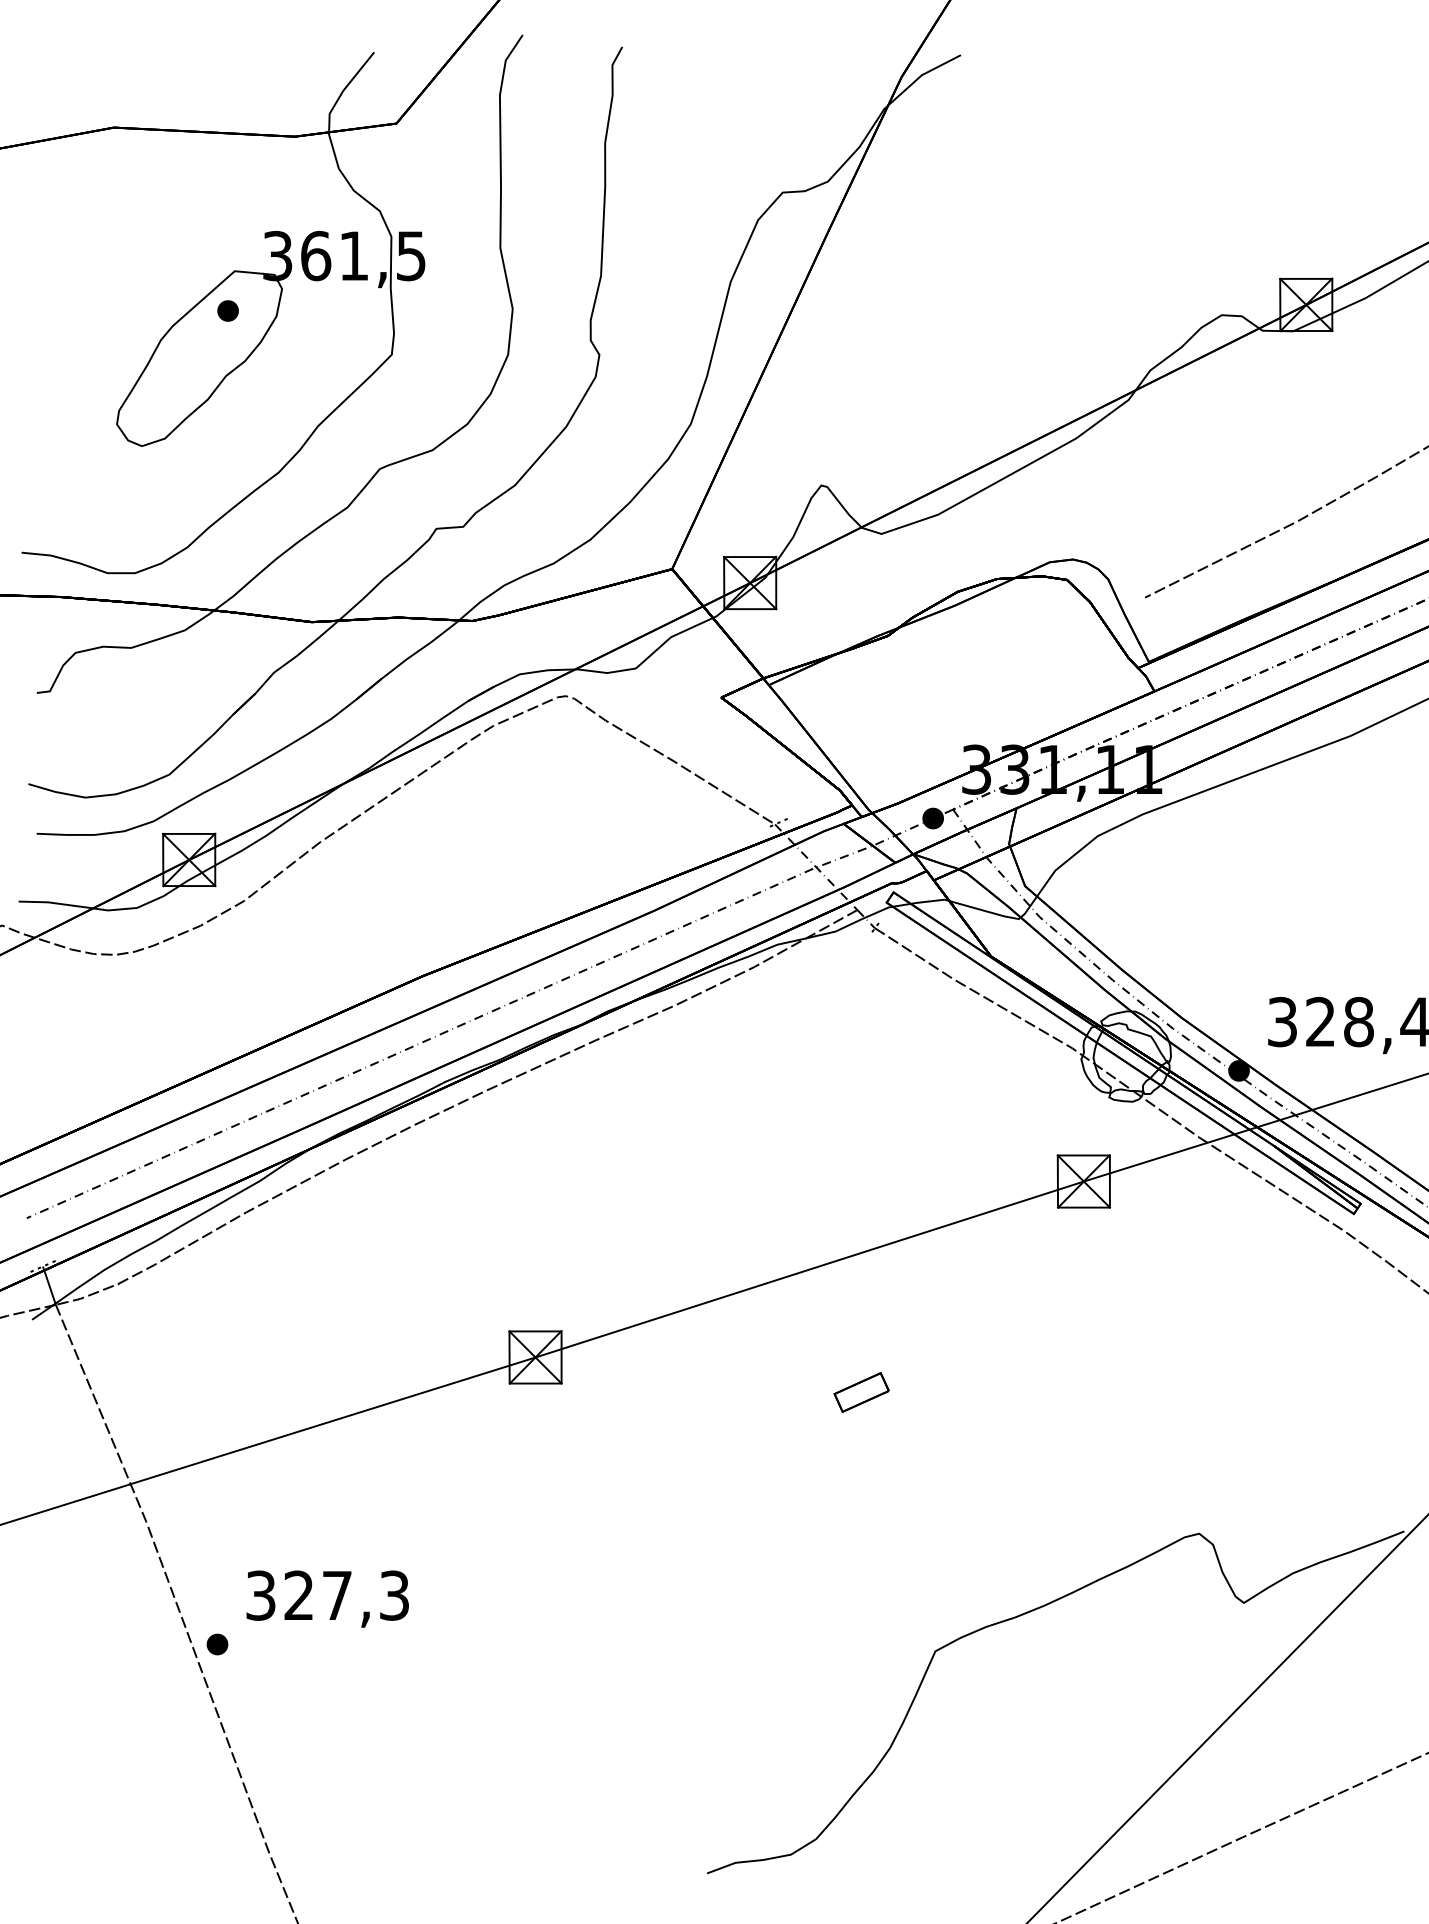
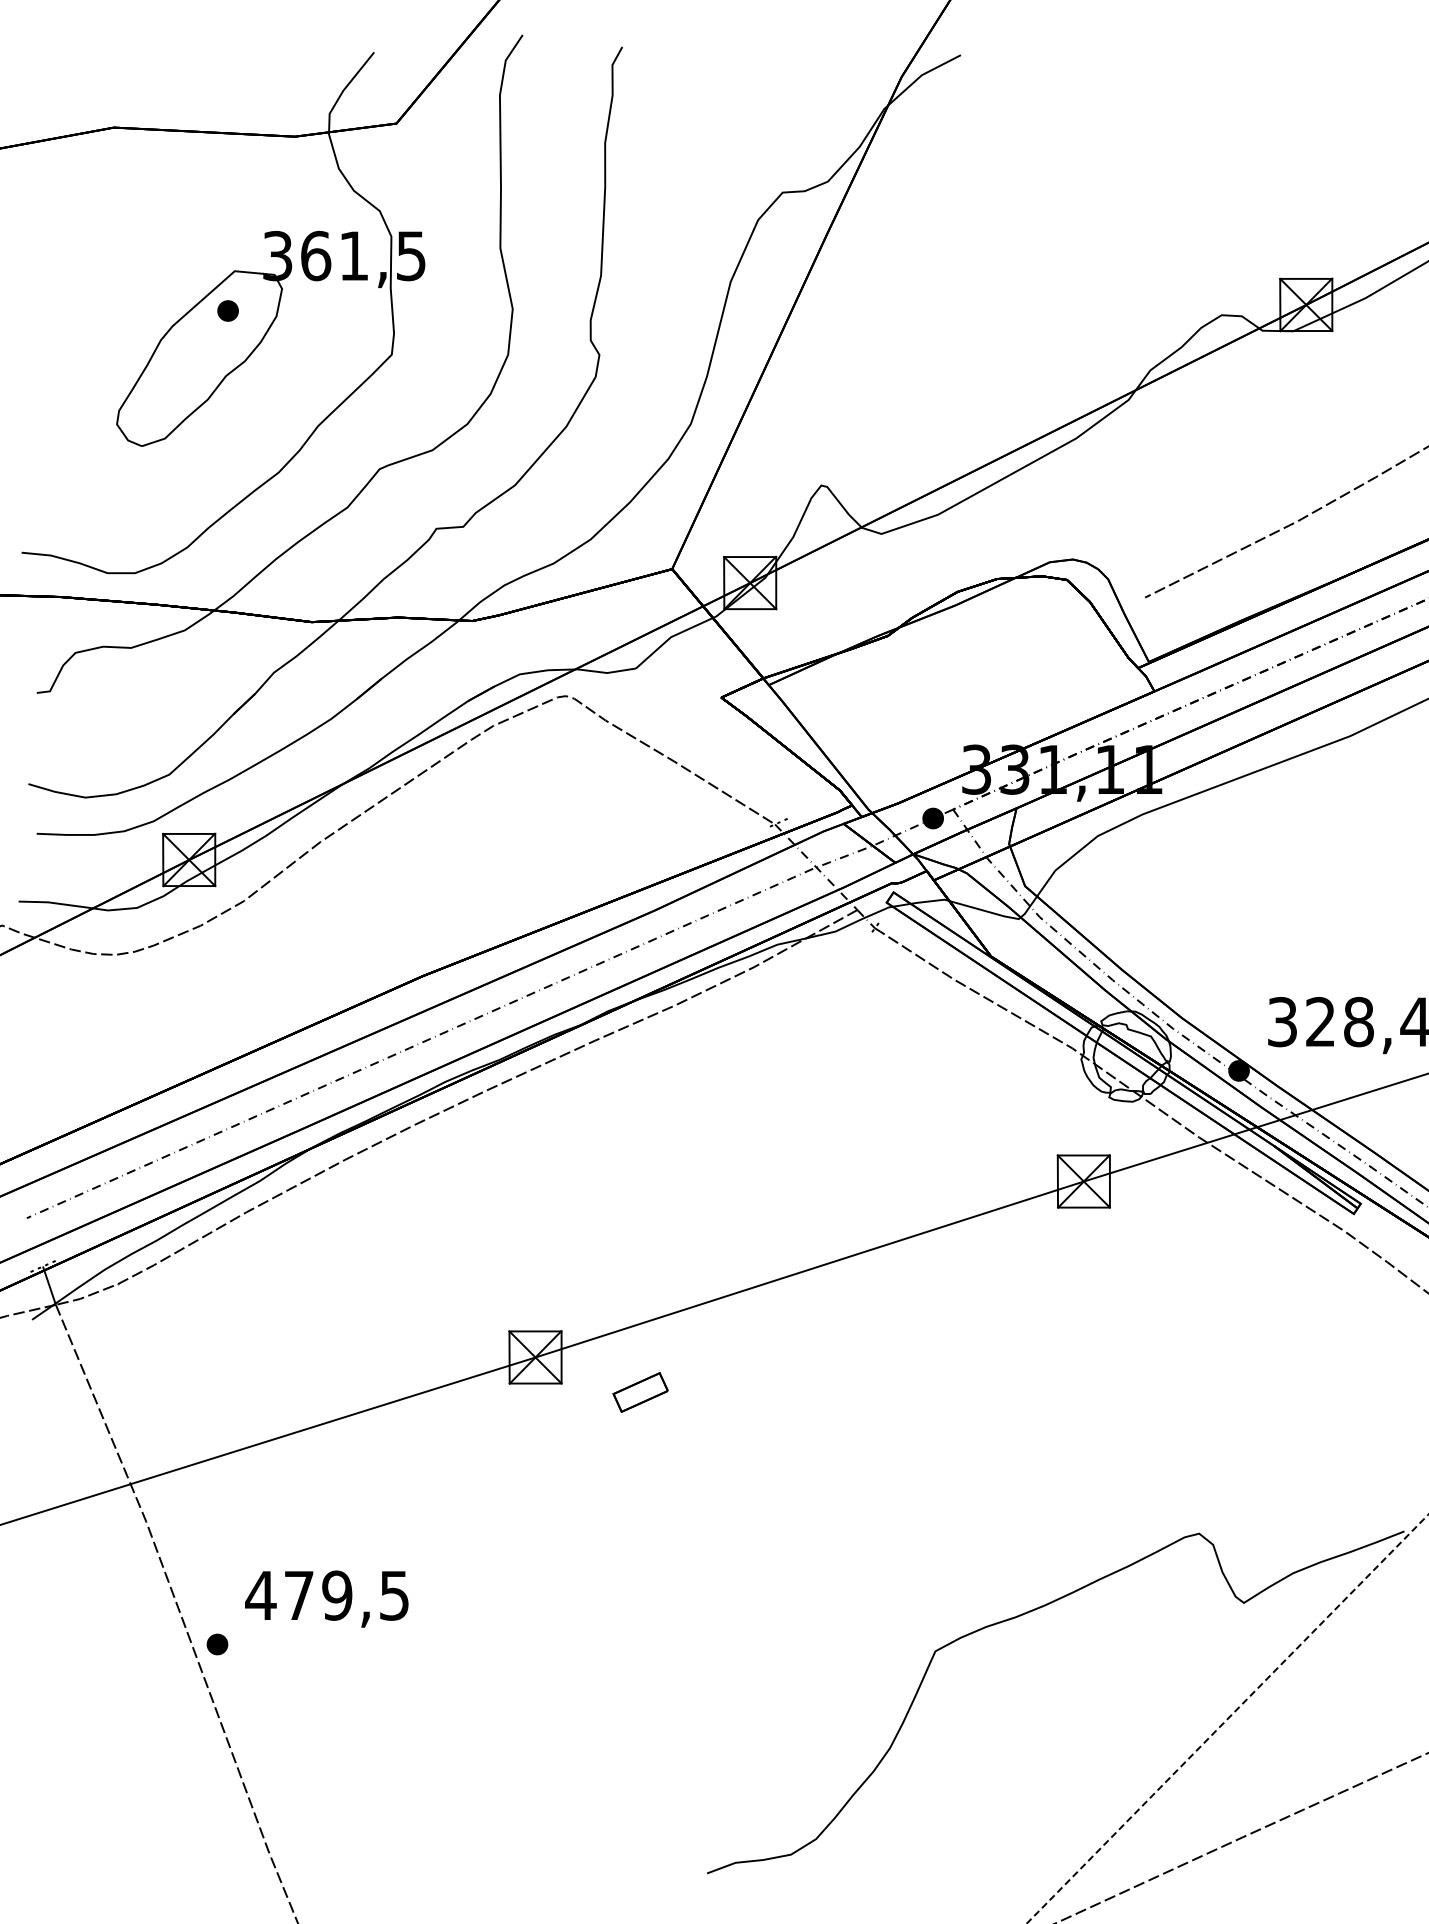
part at (861, 1392) position: (861, 1392) -> (640, 1392)
text at (326, 1595): 327,3 -> 479,5
line at (1227, 1719): solid -> dashed
